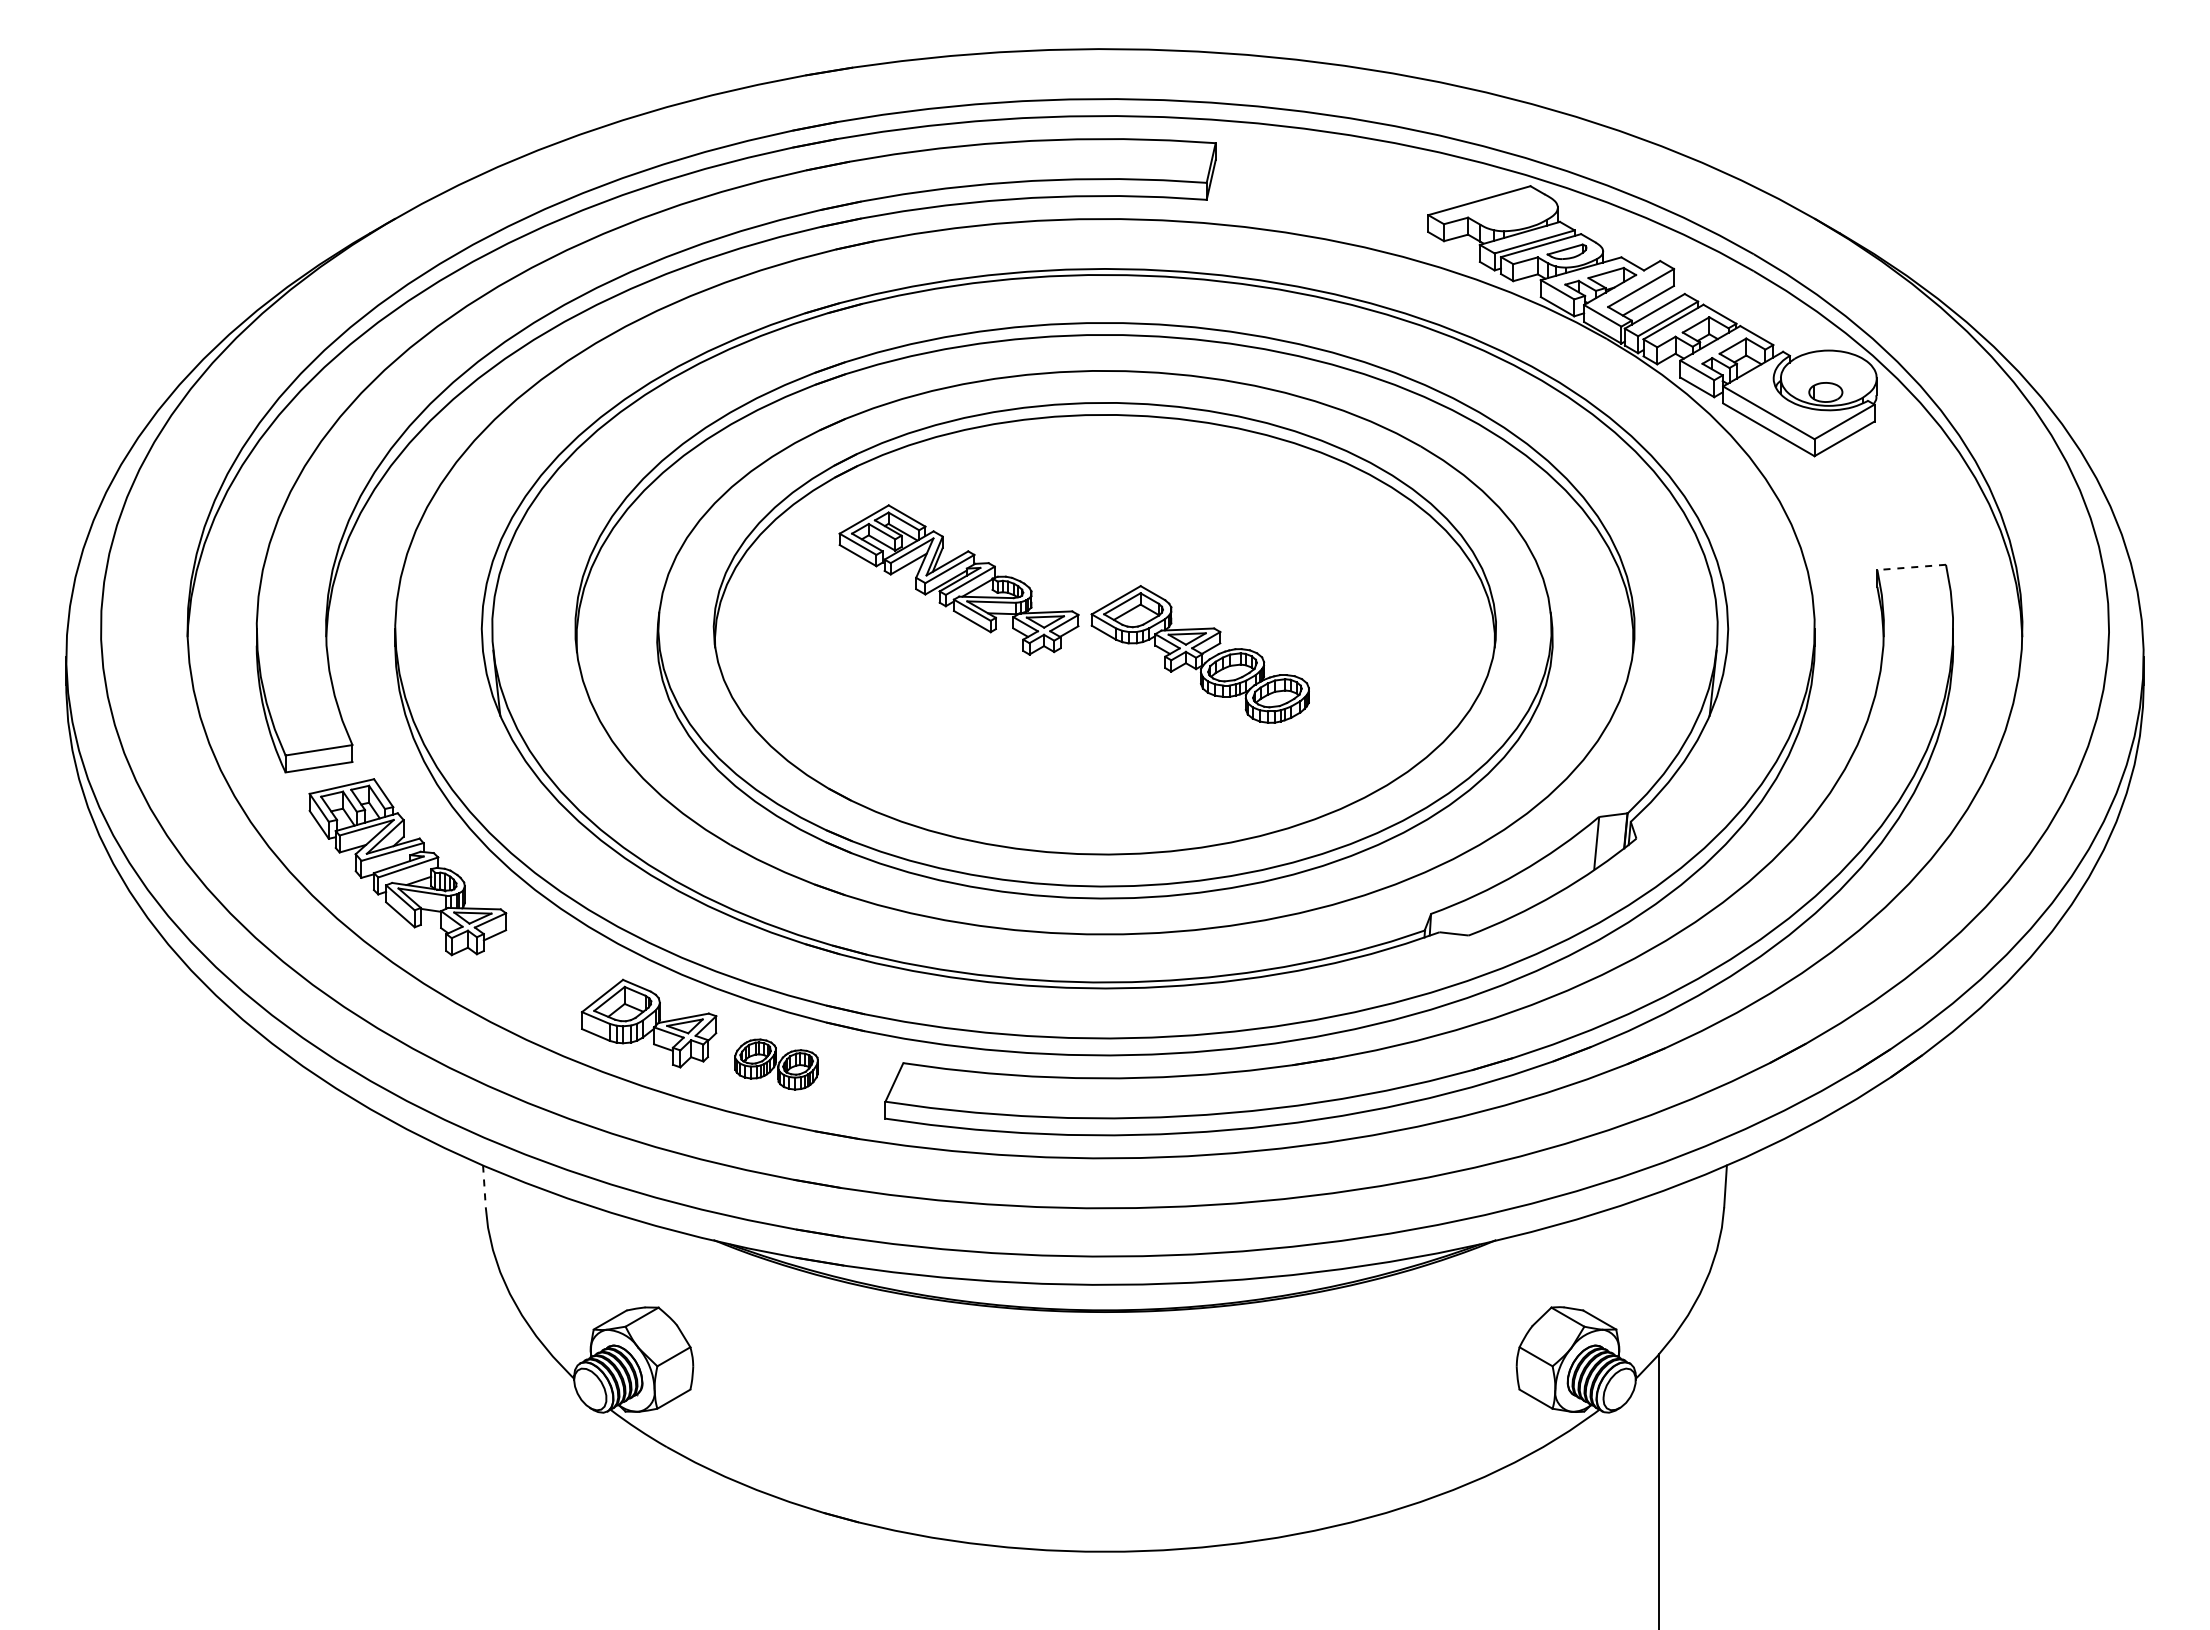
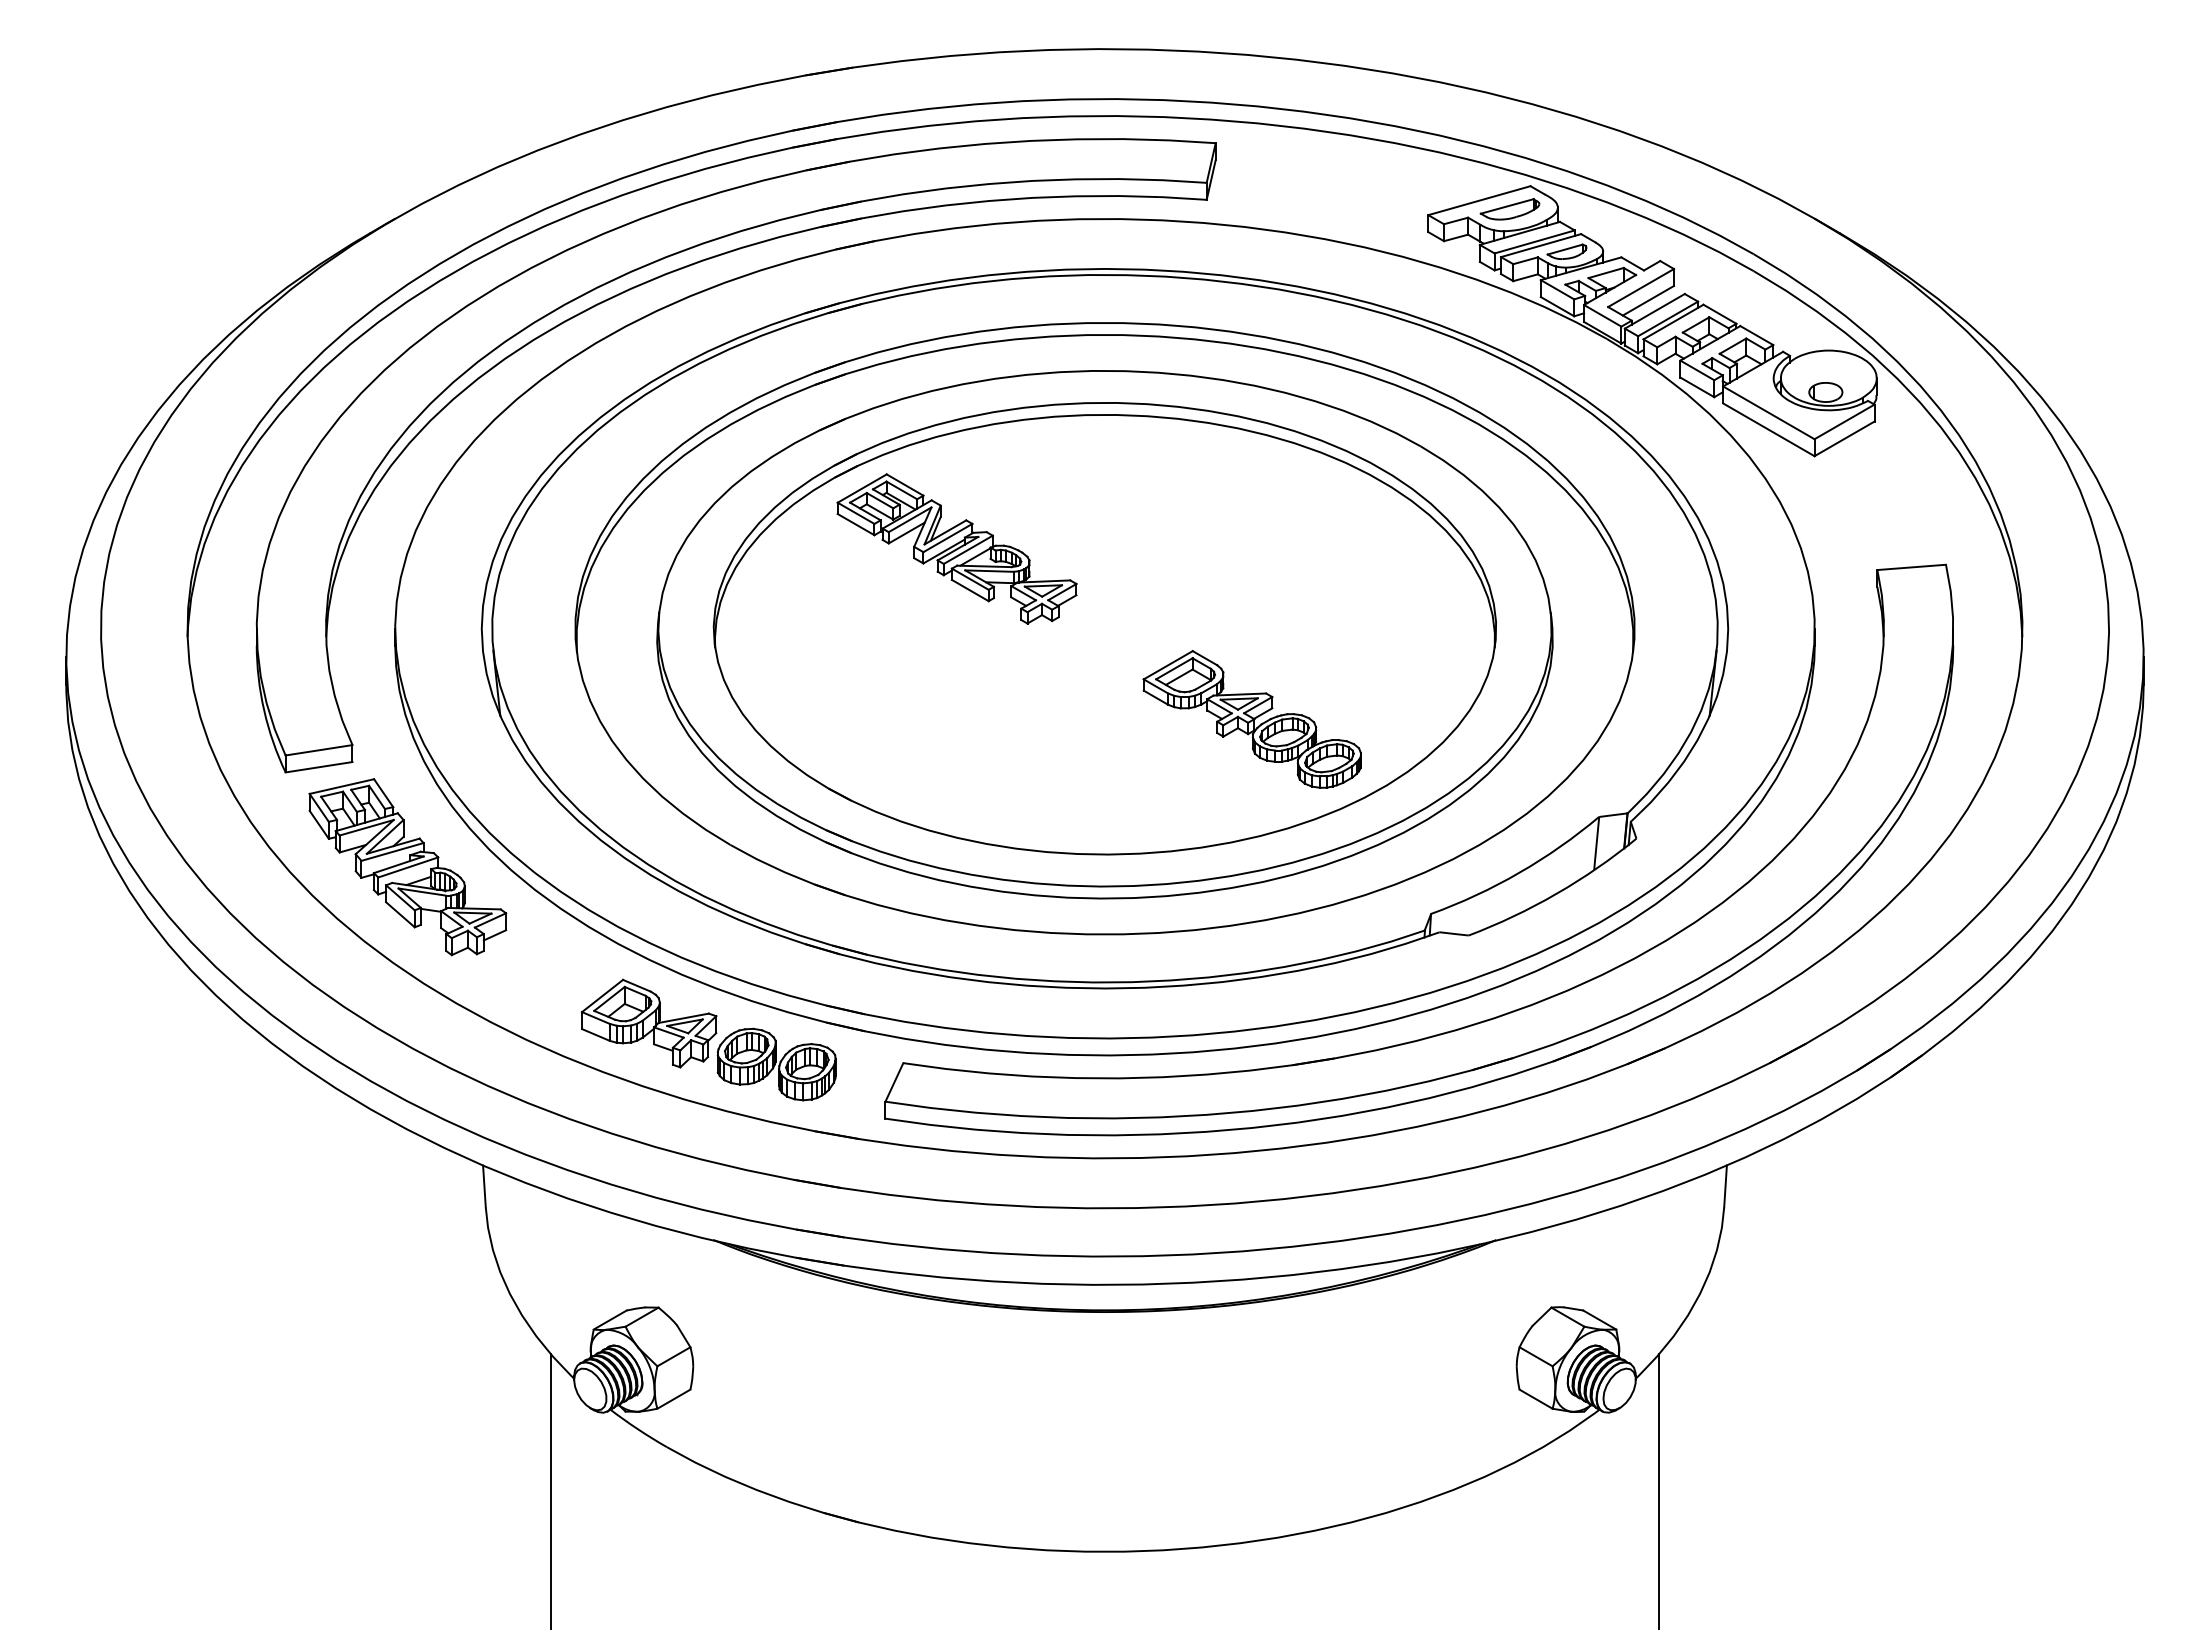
part at (1509, 209): none -> present
line at (1911, 567): dashed -> solid
part at (958, 579) position: (958, 579) -> (956, 548)
part at (1199, 654) position: (1199, 654) -> (1251, 719)
part at (776, 1064) size: 85x53 px -> 121x75 px
line at (484, 1186): dashed -> solid
line at (551, 1490): none -> present
